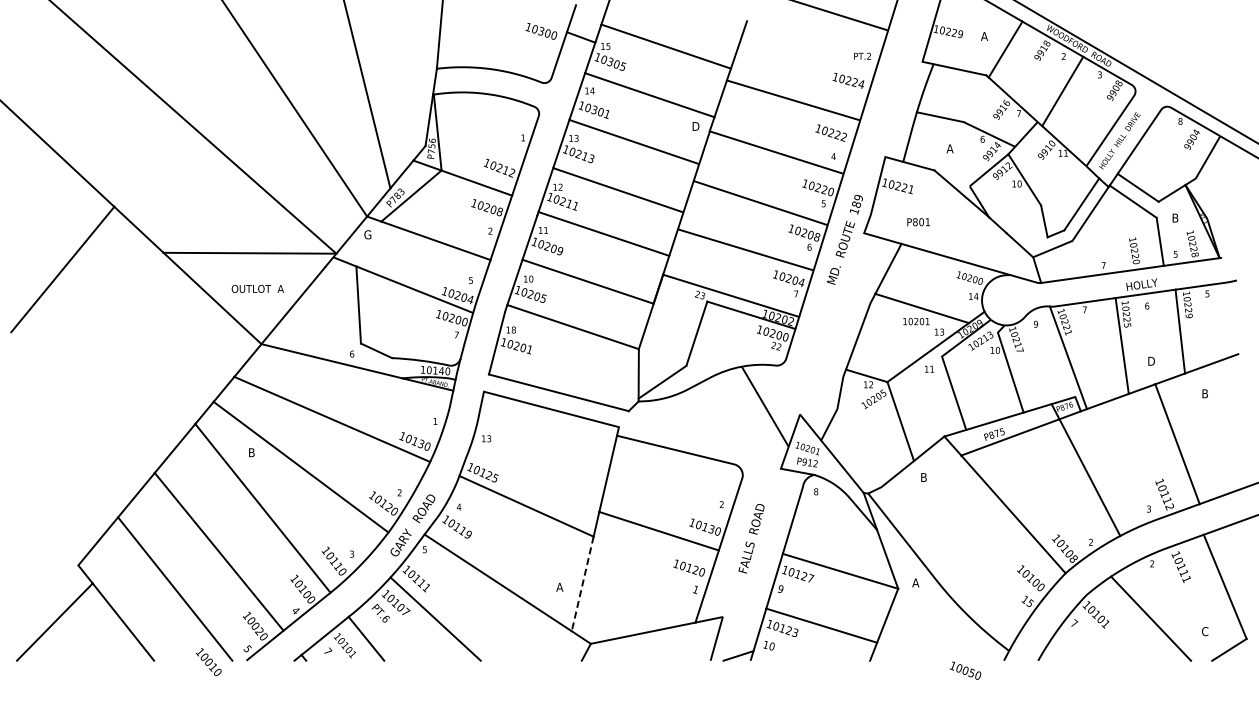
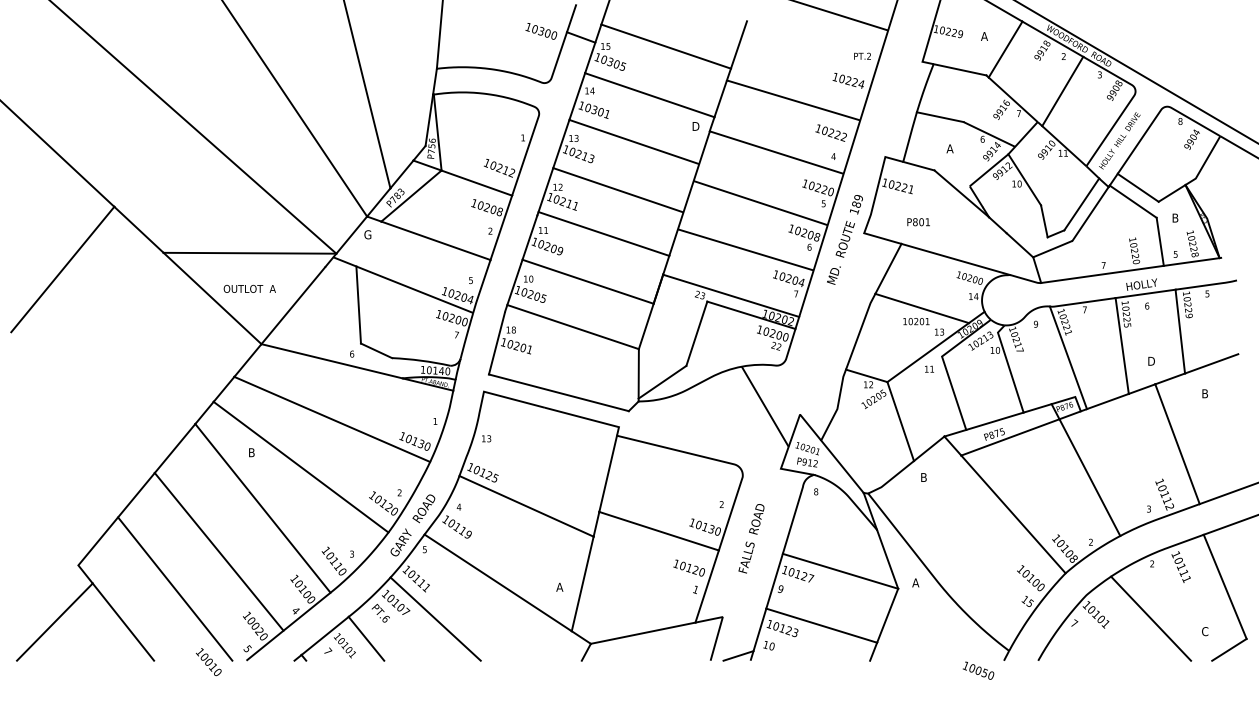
text at (257, 288) position: (257, 288) -> (249, 288)
line at (582, 583): dashed -> solid
text at (965, 670) position: (965, 670) -> (978, 670)
